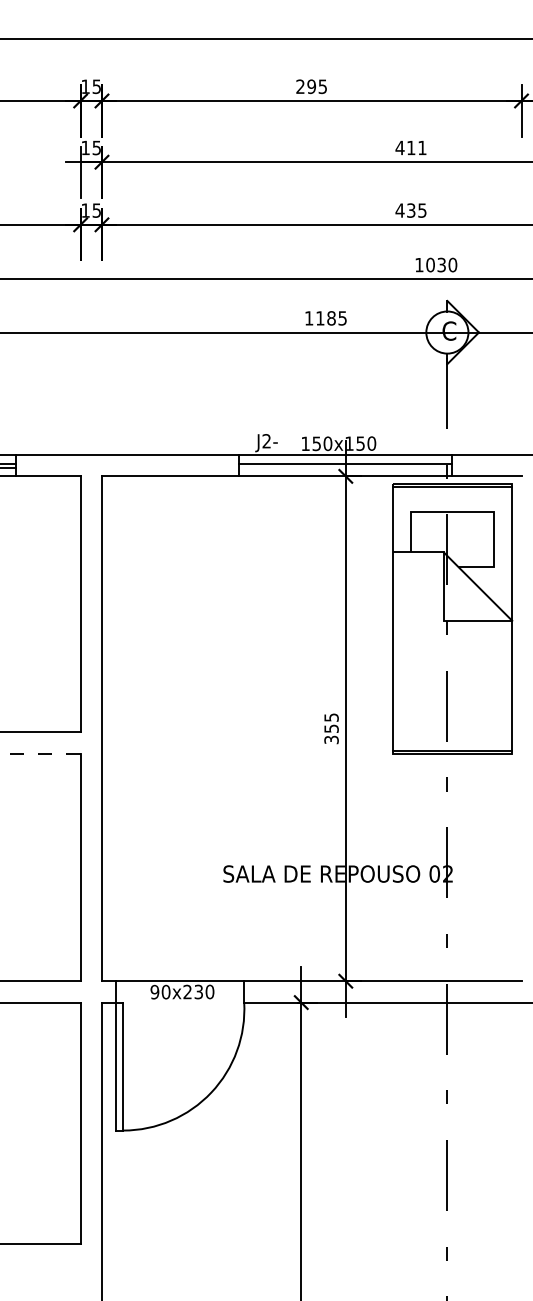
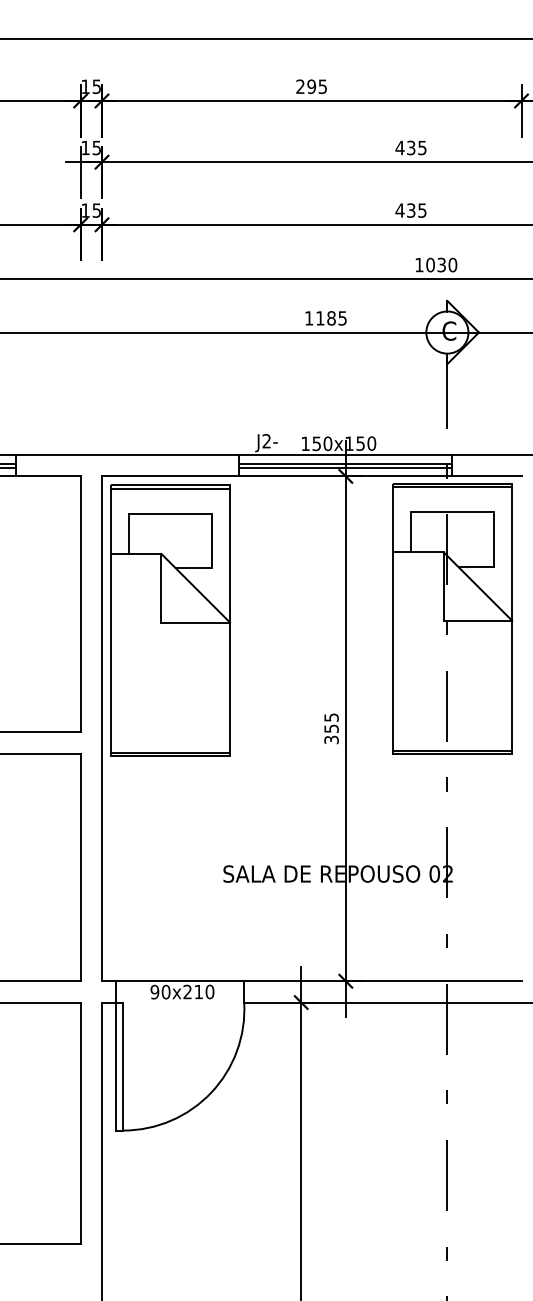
text at (416, 147): 411 -> 435
line at (345, 467): none -> present
part at (170, 620): none -> present
line at (40, 753): dashed -> solid
text at (198, 991): 90x230 -> 90x210
